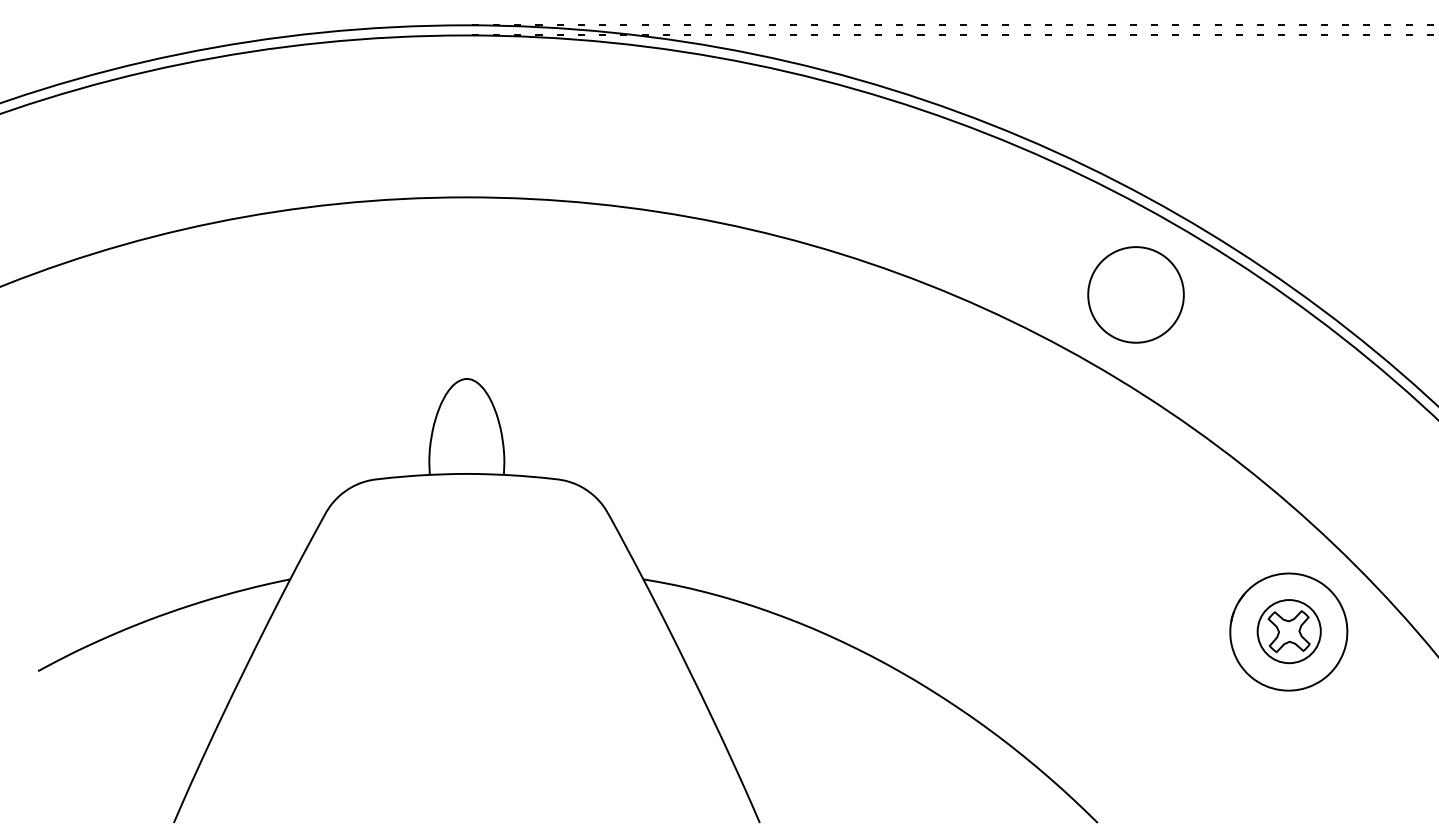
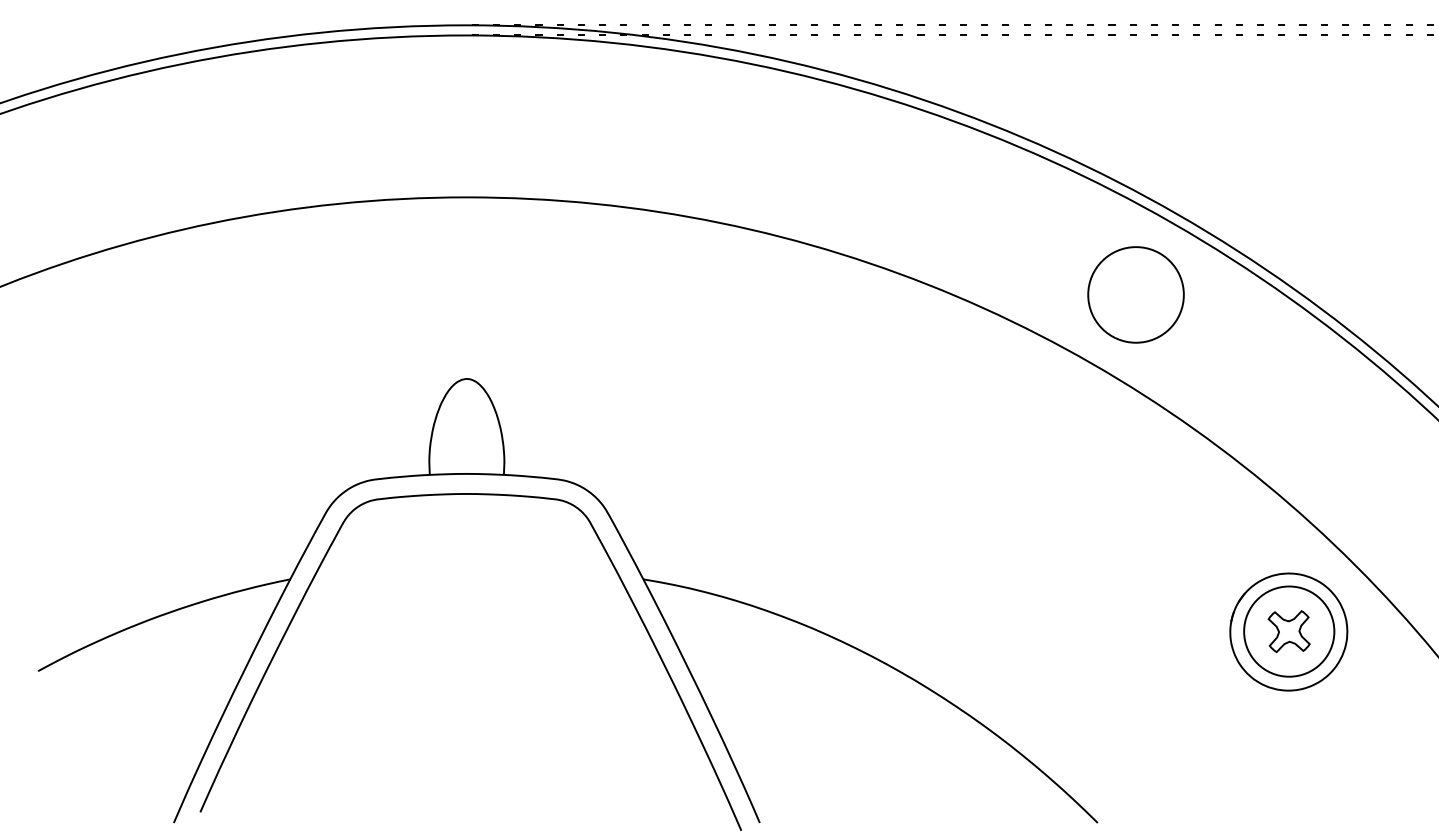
curve at (481, 495): none -> present
circle at (1288, 631) diameter: 63 px -> 90 px
